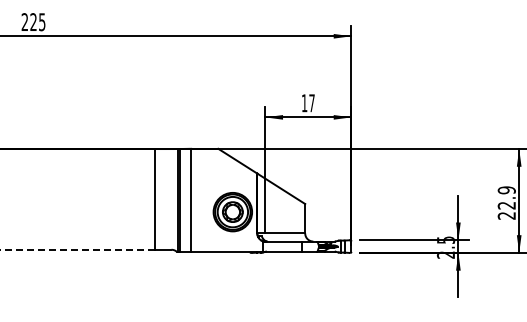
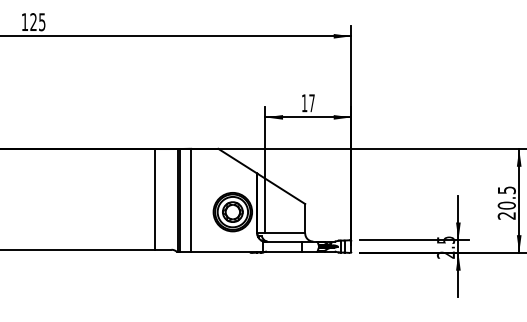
text at (24, 21): 225 -> 125
text at (506, 197): 22.9 -> 20.5
line at (77, 249): dashed -> solid
